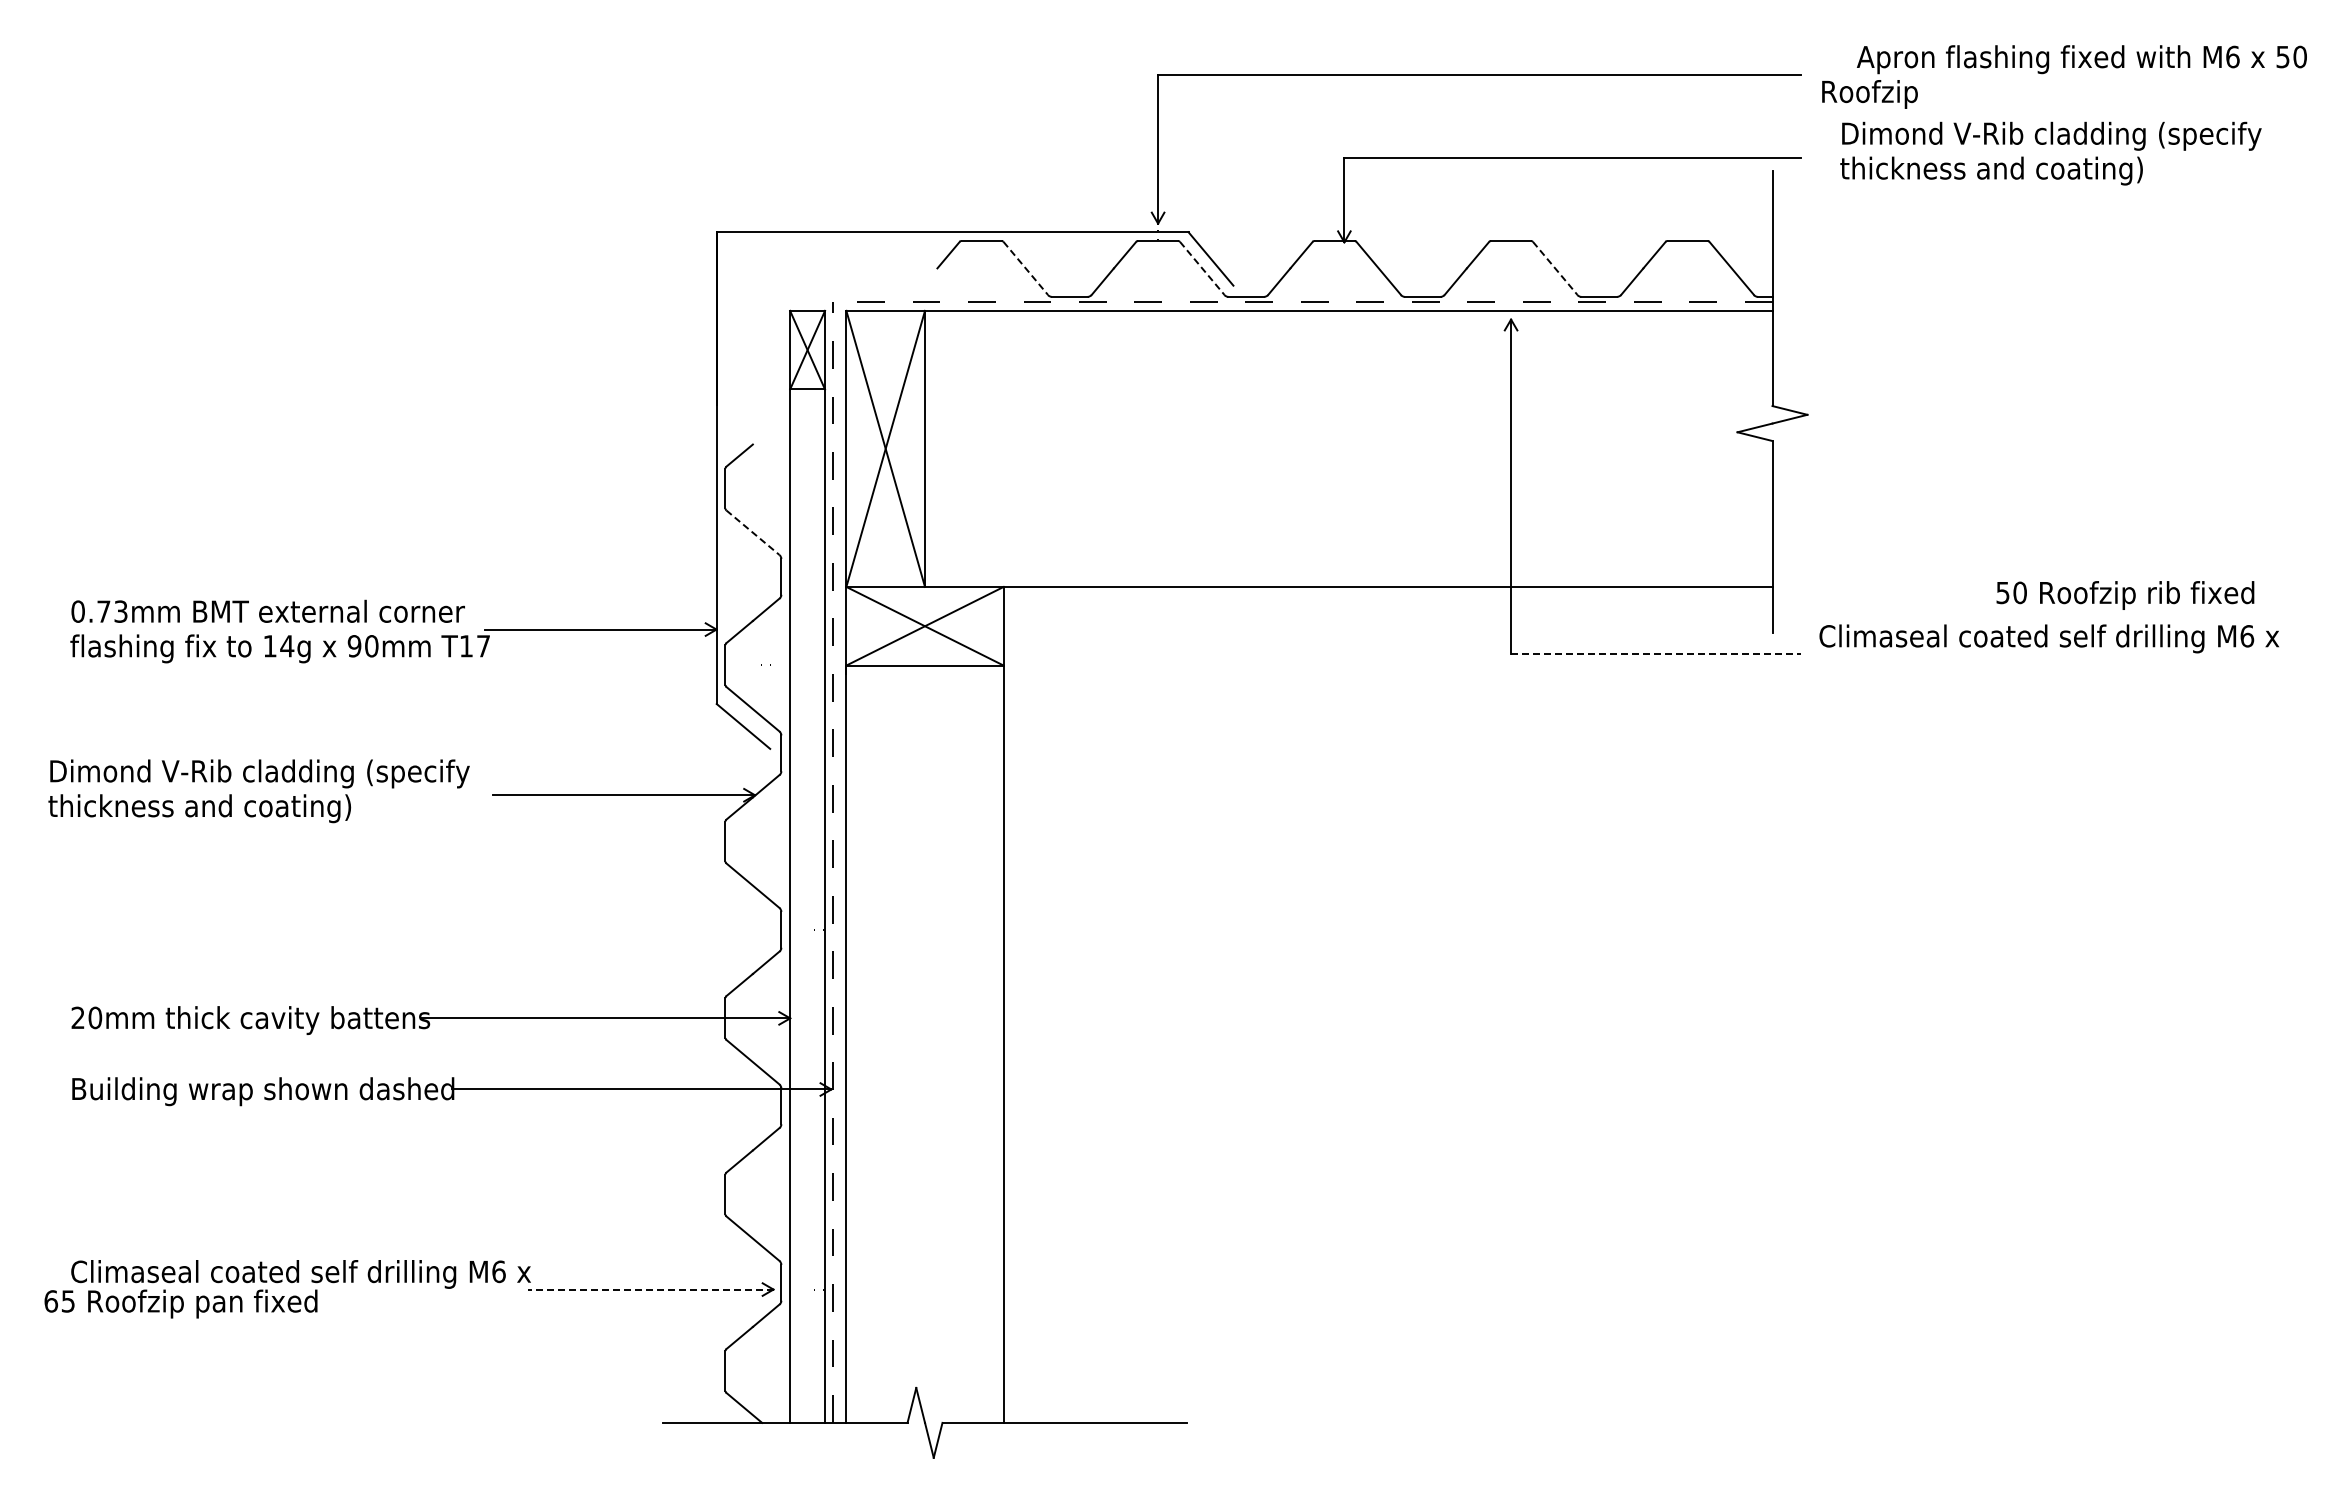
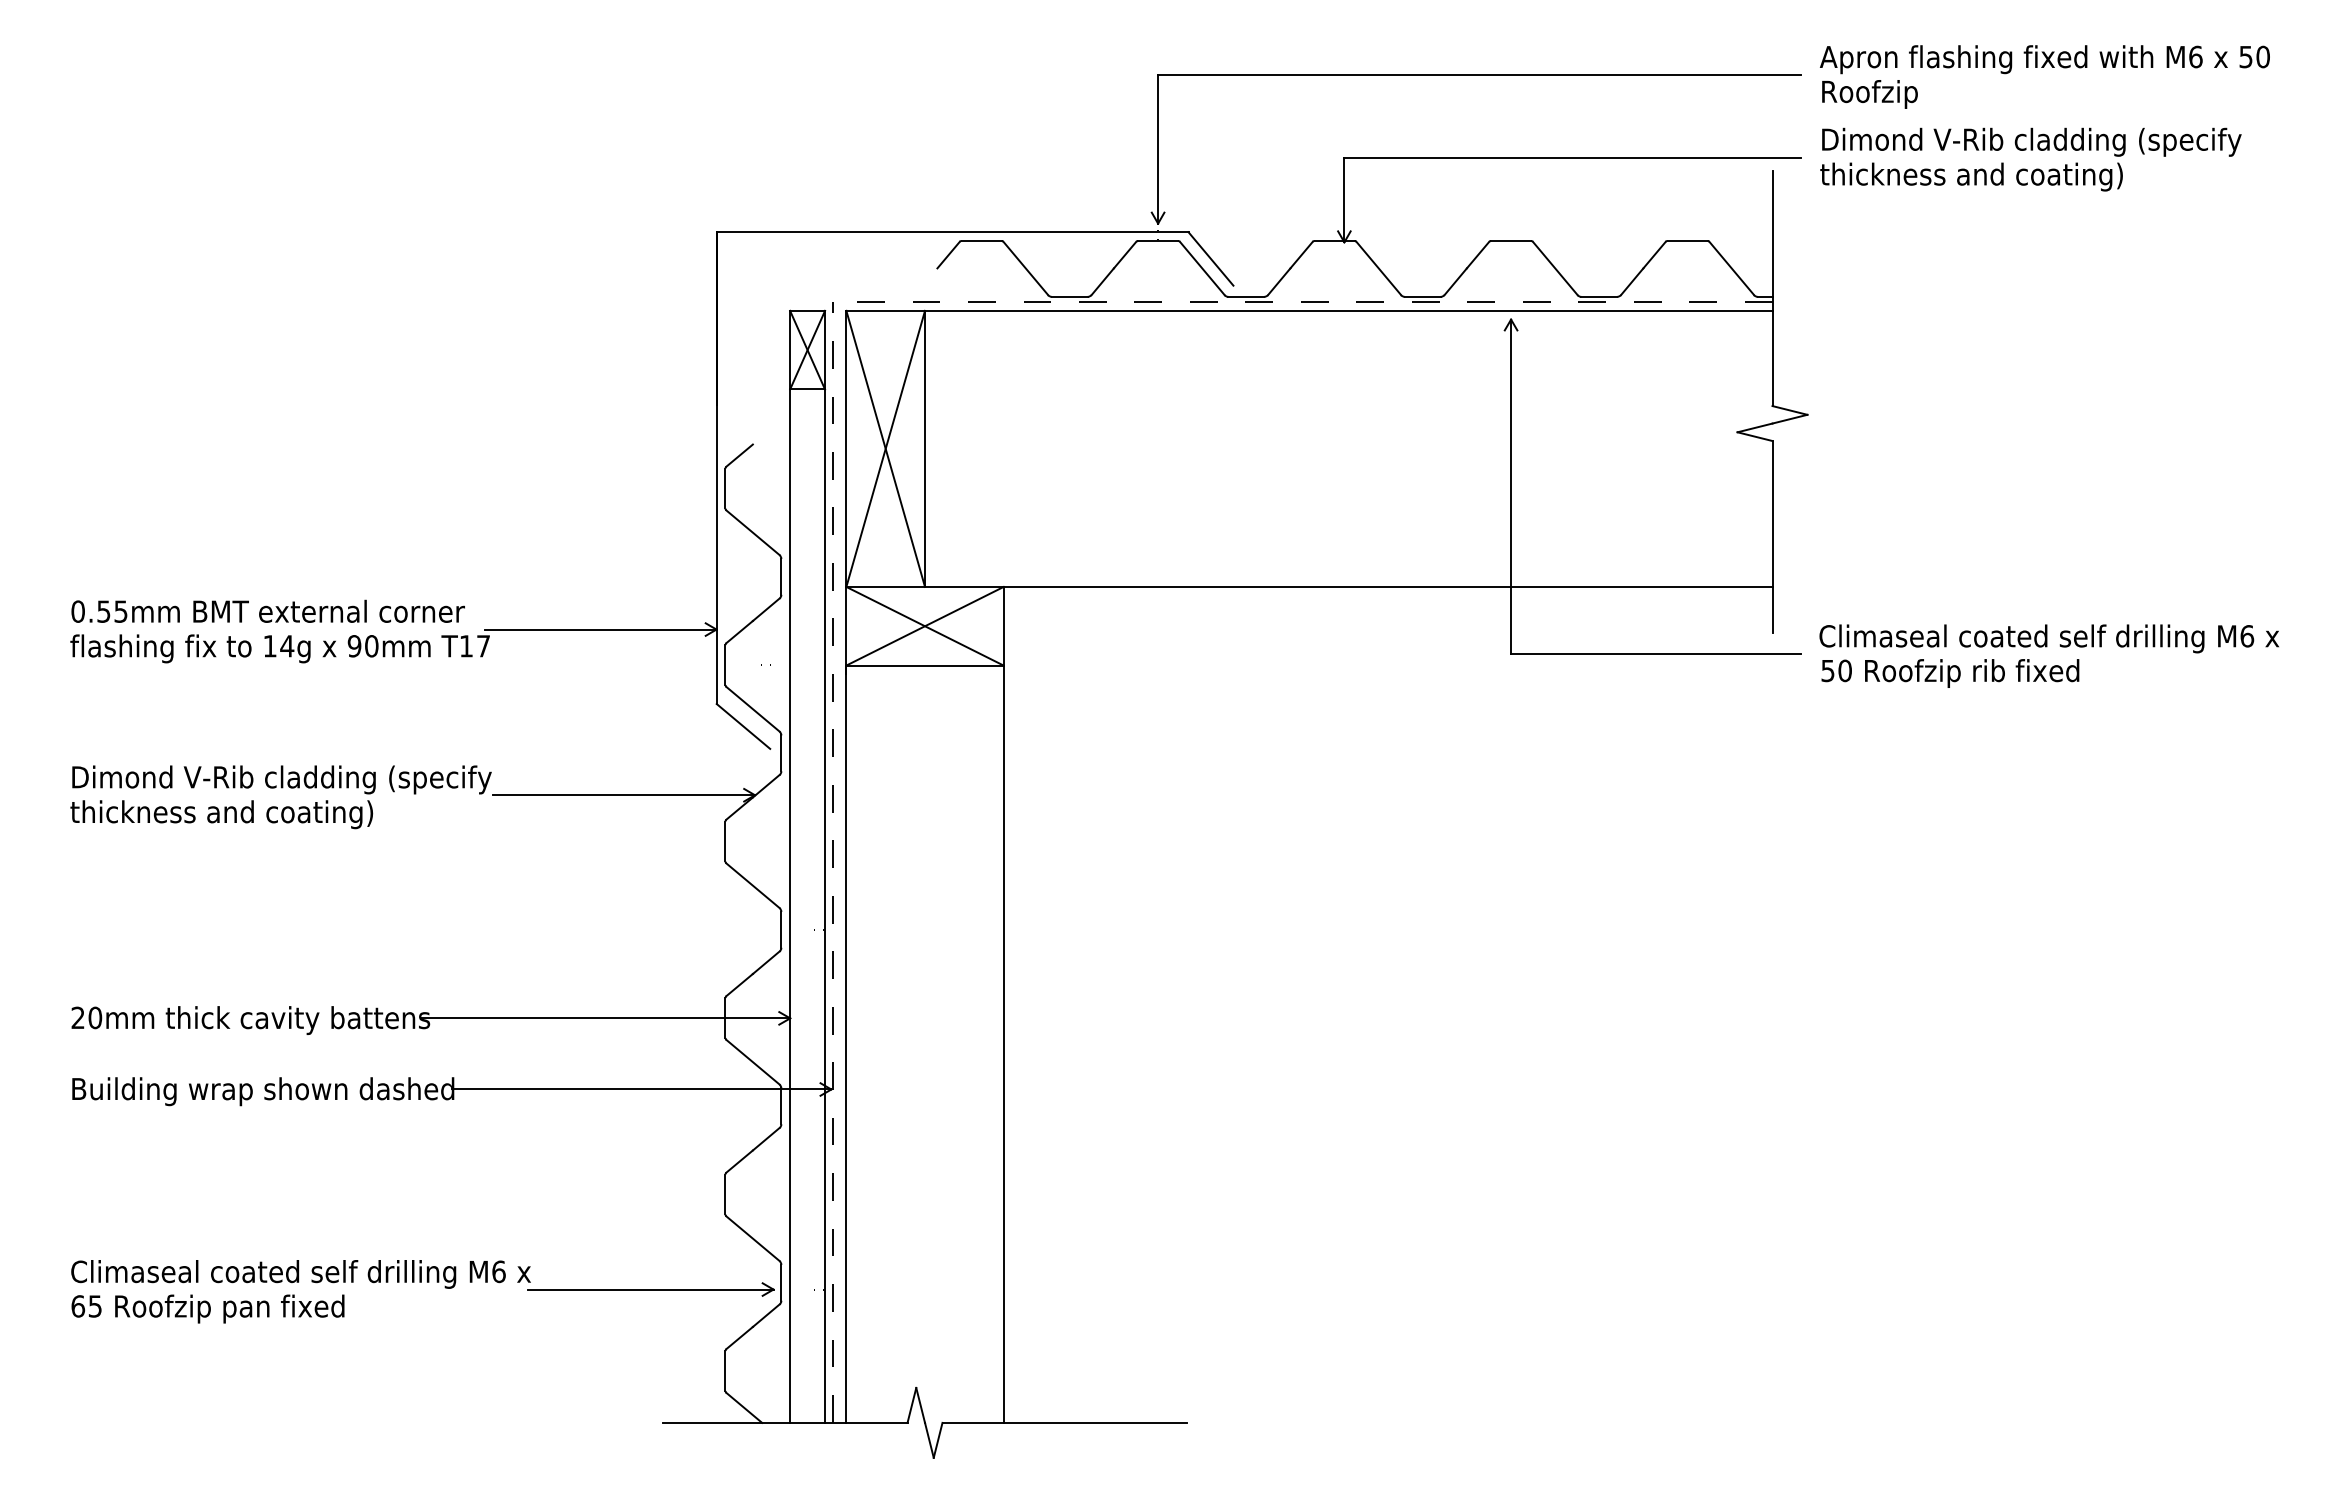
text at (2081, 59) position: (2081, 59) -> (2044, 59)
text at (2050, 153) position: (2050, 153) -> (2030, 159)
line at (1025, 268): dashed -> solid
line at (1202, 268): dashed -> solid
line at (1555, 268): dashed -> solid
line at (752, 532): dashed -> solid
text at (2125, 595) position: (2125, 595) -> (1950, 673)
text at (112, 611): 0.73mm -> 0.55mm
line at (1656, 654): dashed -> solid
text at (258, 791) position: (258, 791) -> (280, 797)
line at (650, 1289): dashed -> solid
text at (180, 1303) position: (180, 1303) -> (207, 1308)
